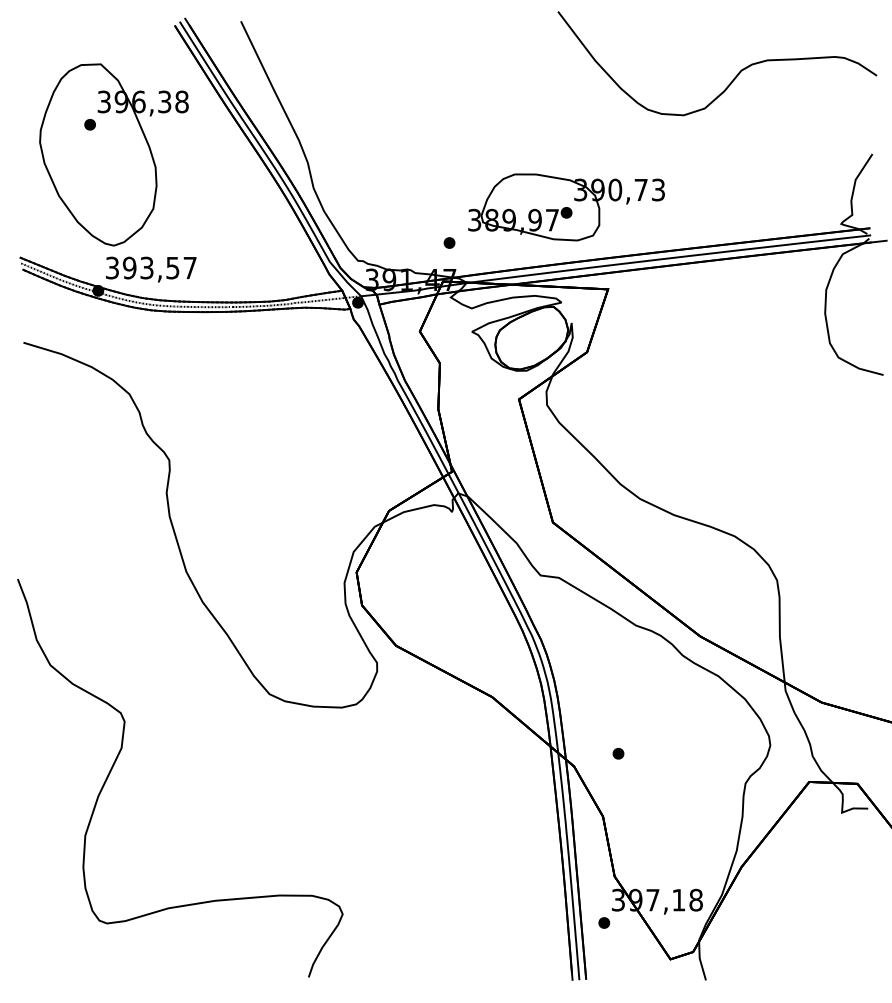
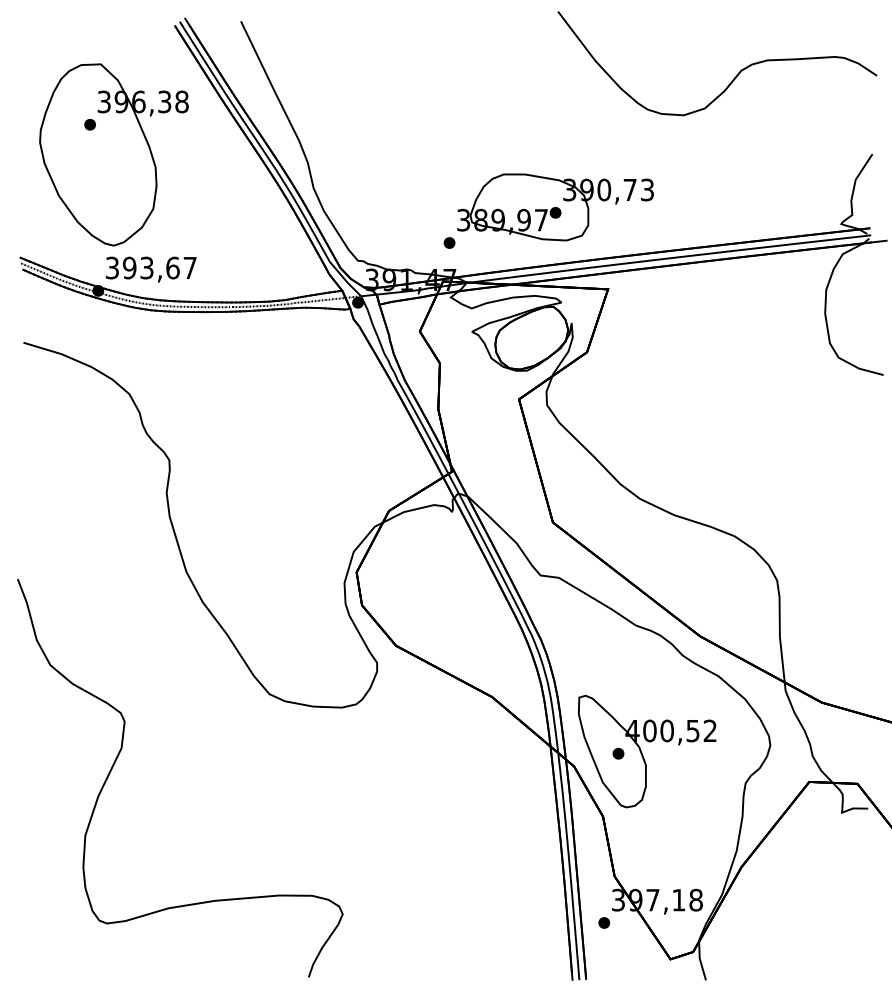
part at (566, 207) position: (566, 207) -> (555, 207)
text at (172, 267): 393,57 -> 393,67
part at (647, 751): none -> present
